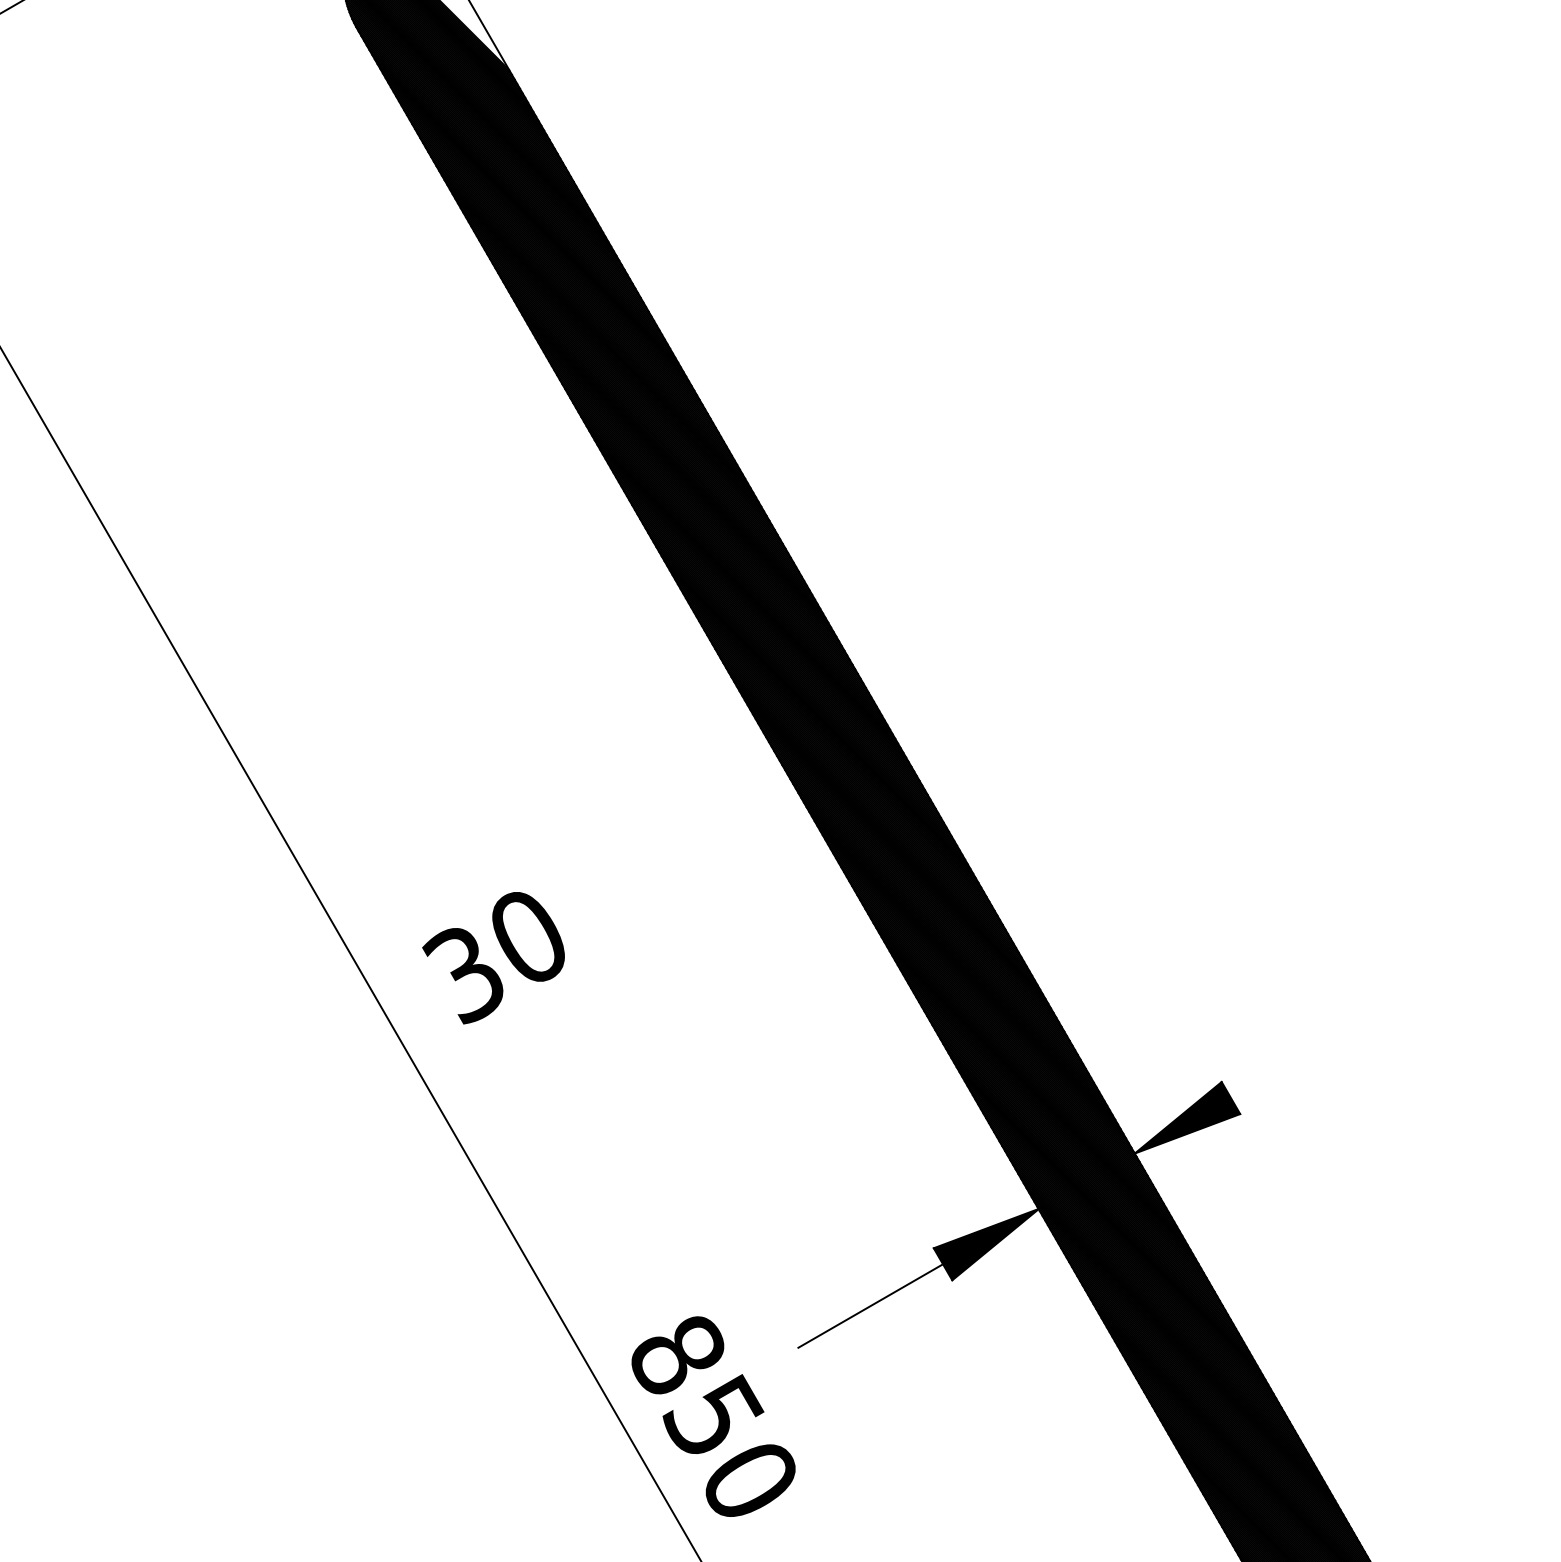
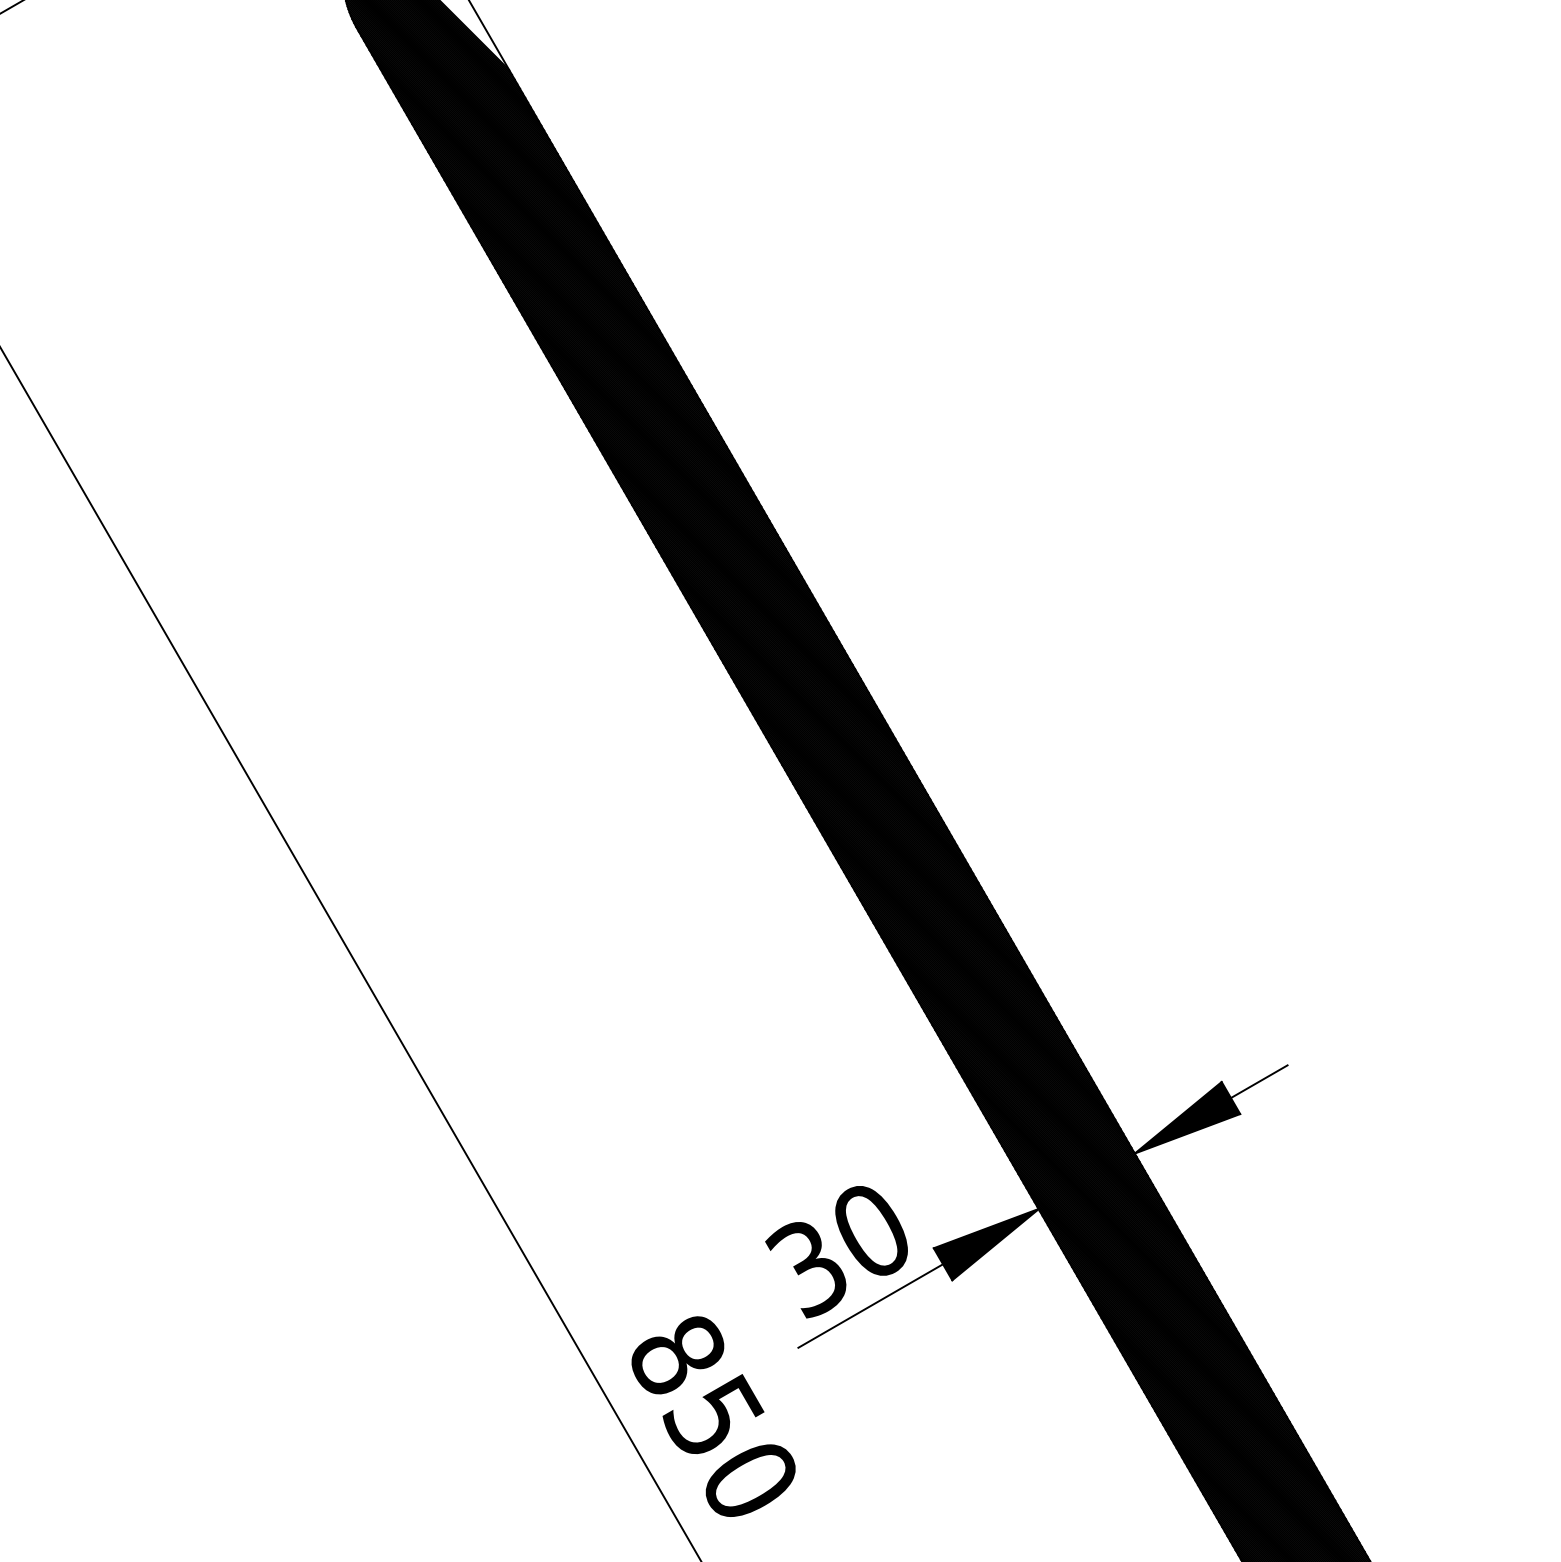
text at (493, 958) position: (493, 958) -> (836, 1252)
line at (1258, 1081): none -> present
